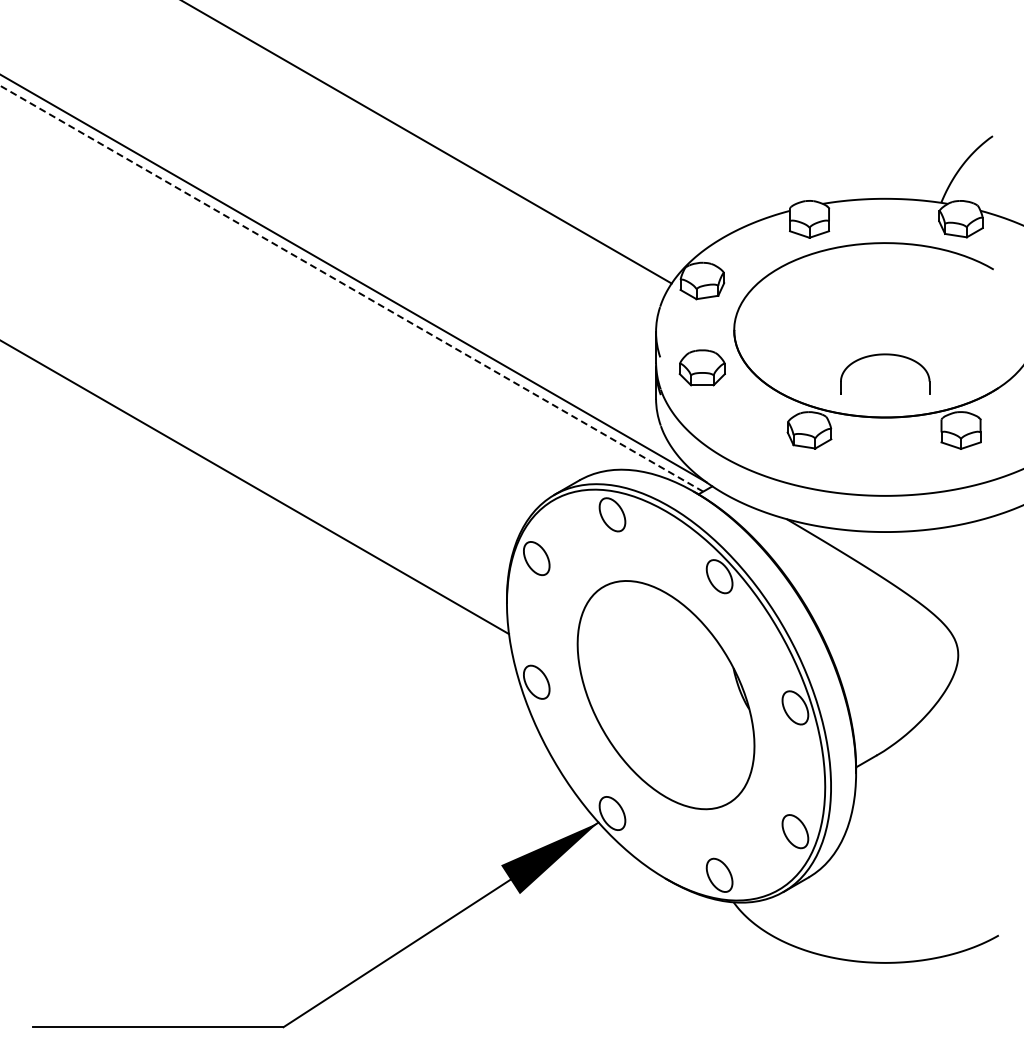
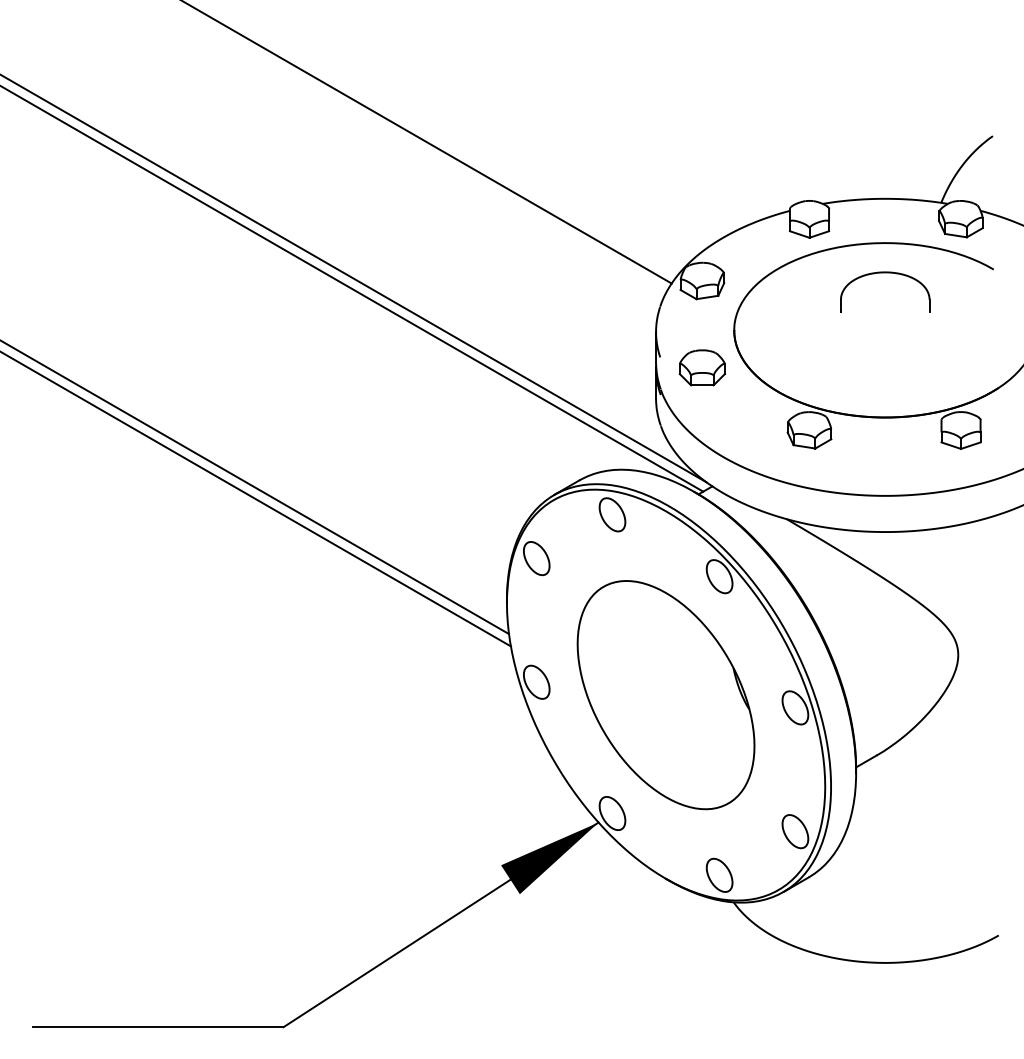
line at (351, 288): dashed -> solid
part at (885, 355) position: (885, 355) -> (885, 273)
line at (256, 499): none -> present
